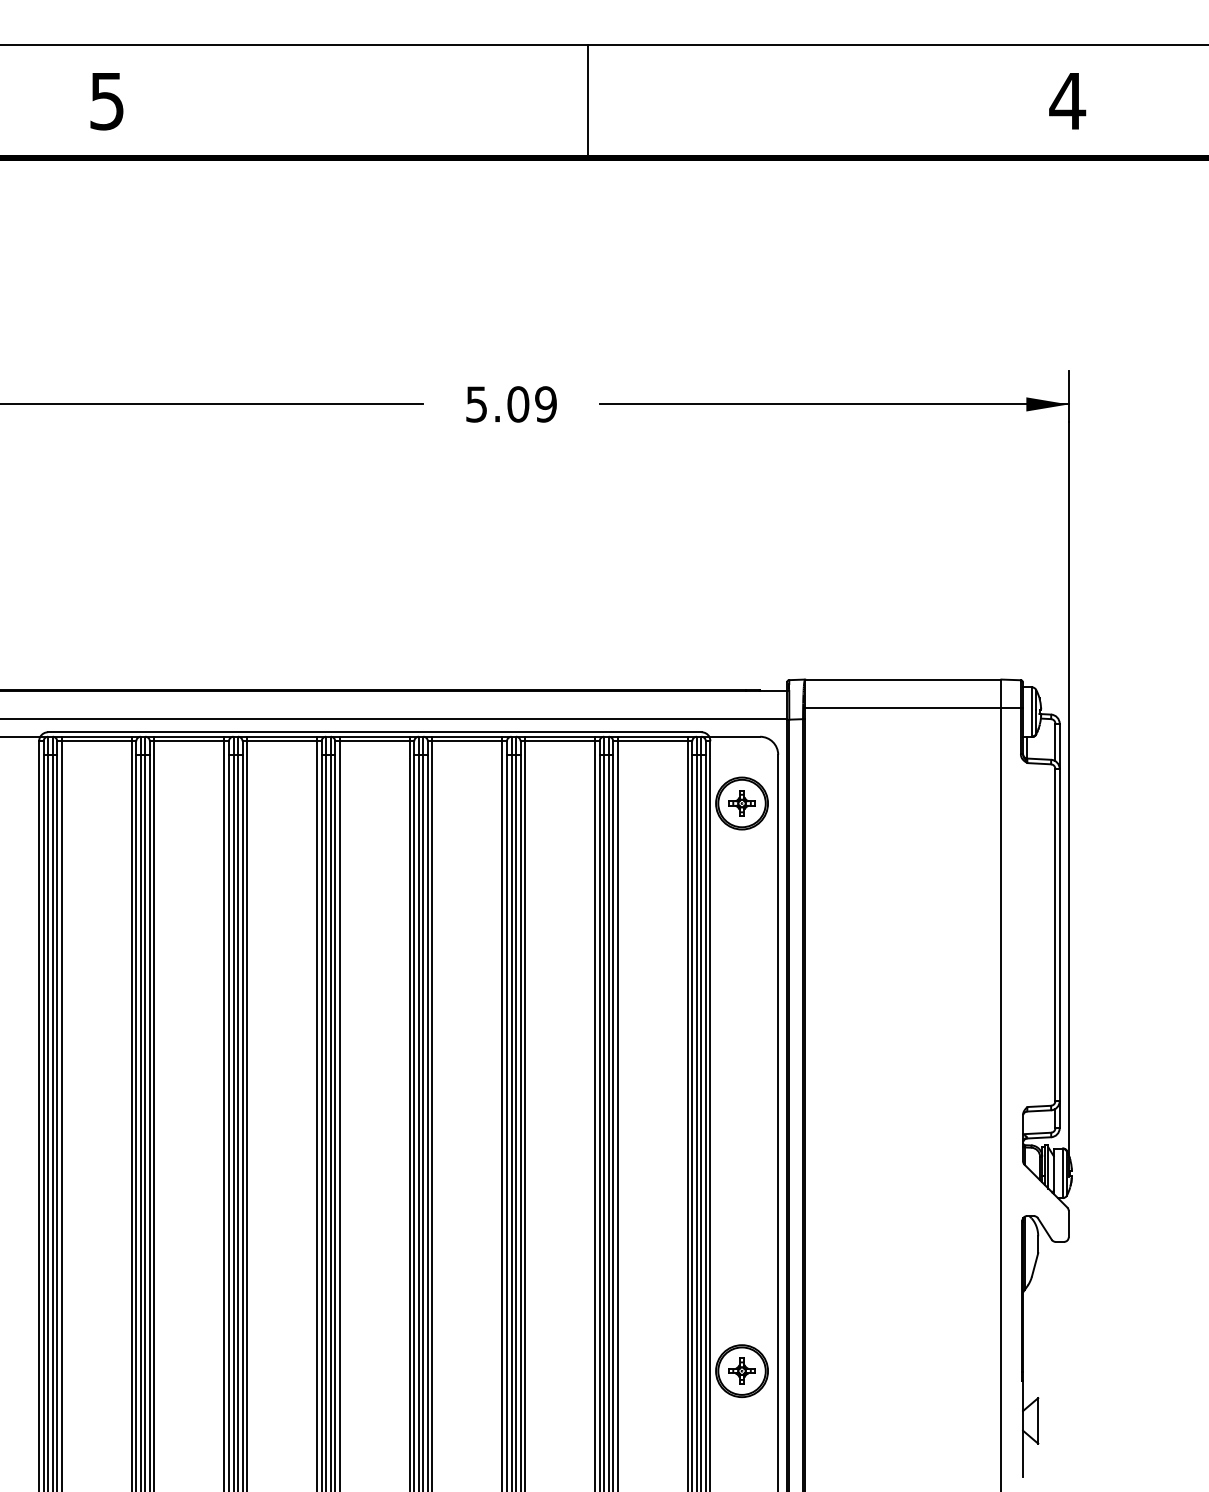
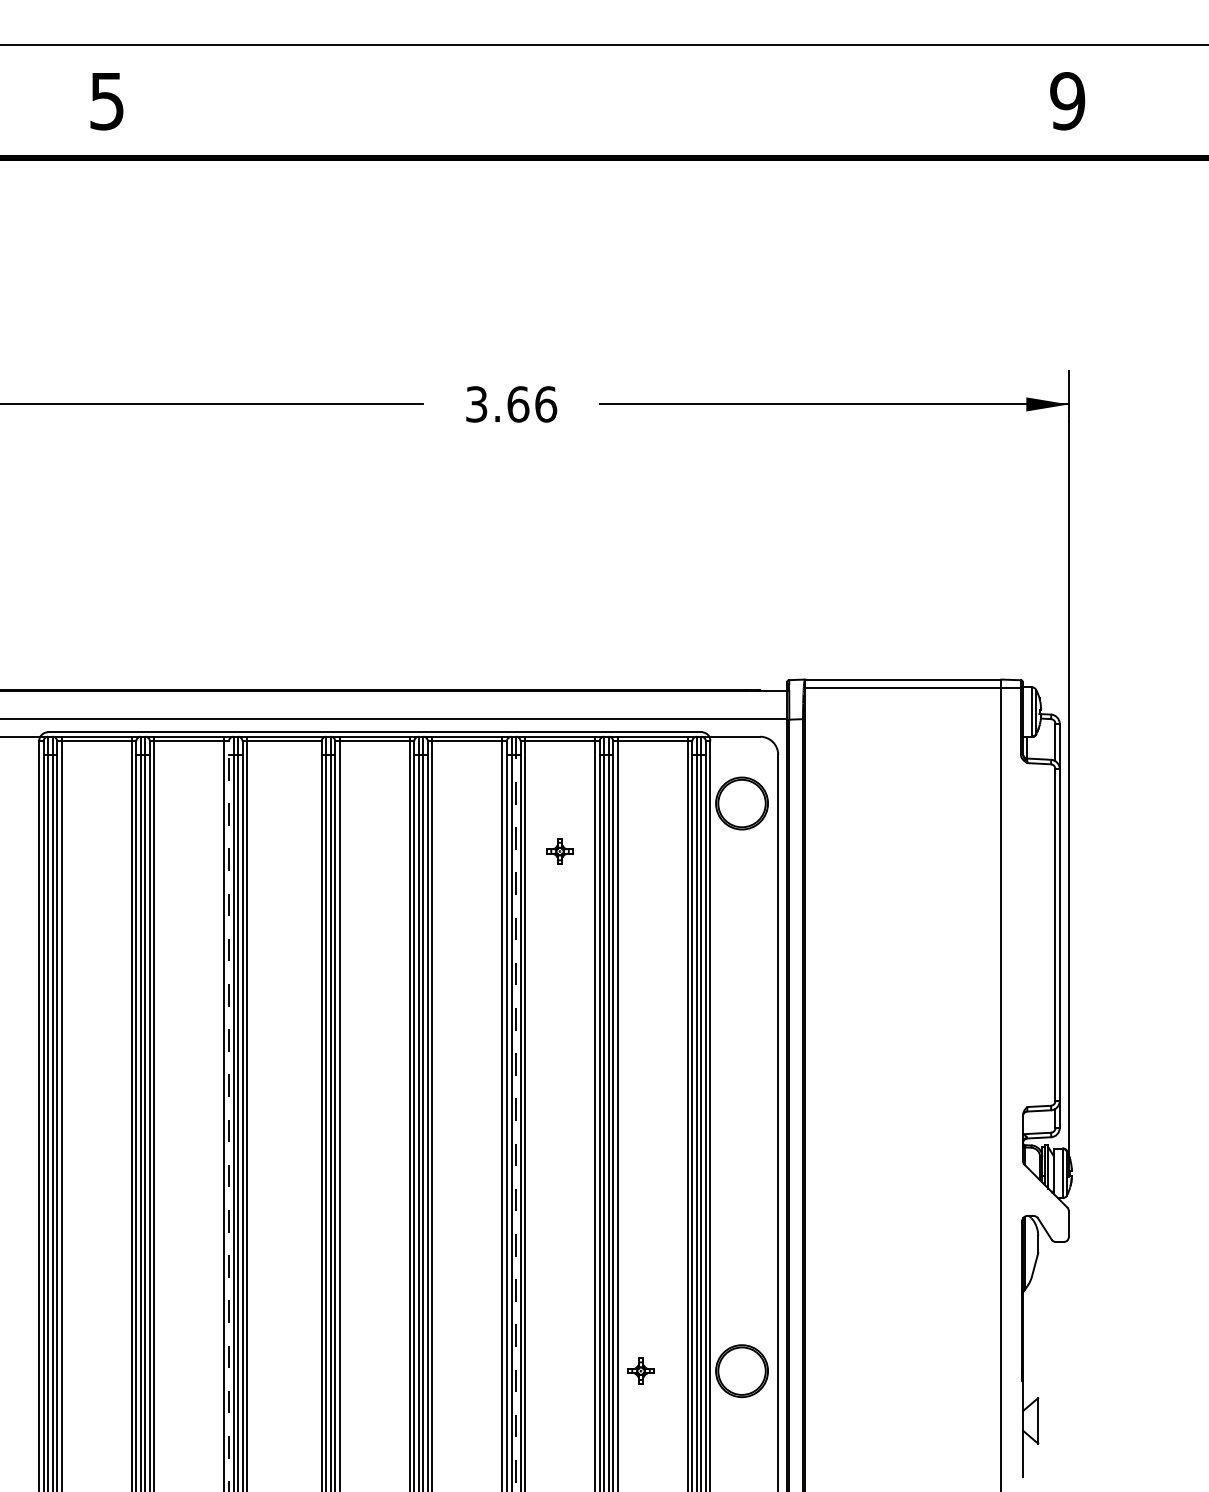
line at (587, 100): present -> none
text at (1067, 101): 4 -> 9
text at (511, 404): 5.09 -> 3.66
line at (914, 707) position: (914, 707) -> (914, 687)
part at (741, 803) position: (741, 803) -> (559, 851)
line at (317, 1112): present -> none
line at (516, 1114): solid -> dashed
line at (229, 1116): solid -> dashed
part at (741, 1370) position: (741, 1370) -> (640, 1370)
